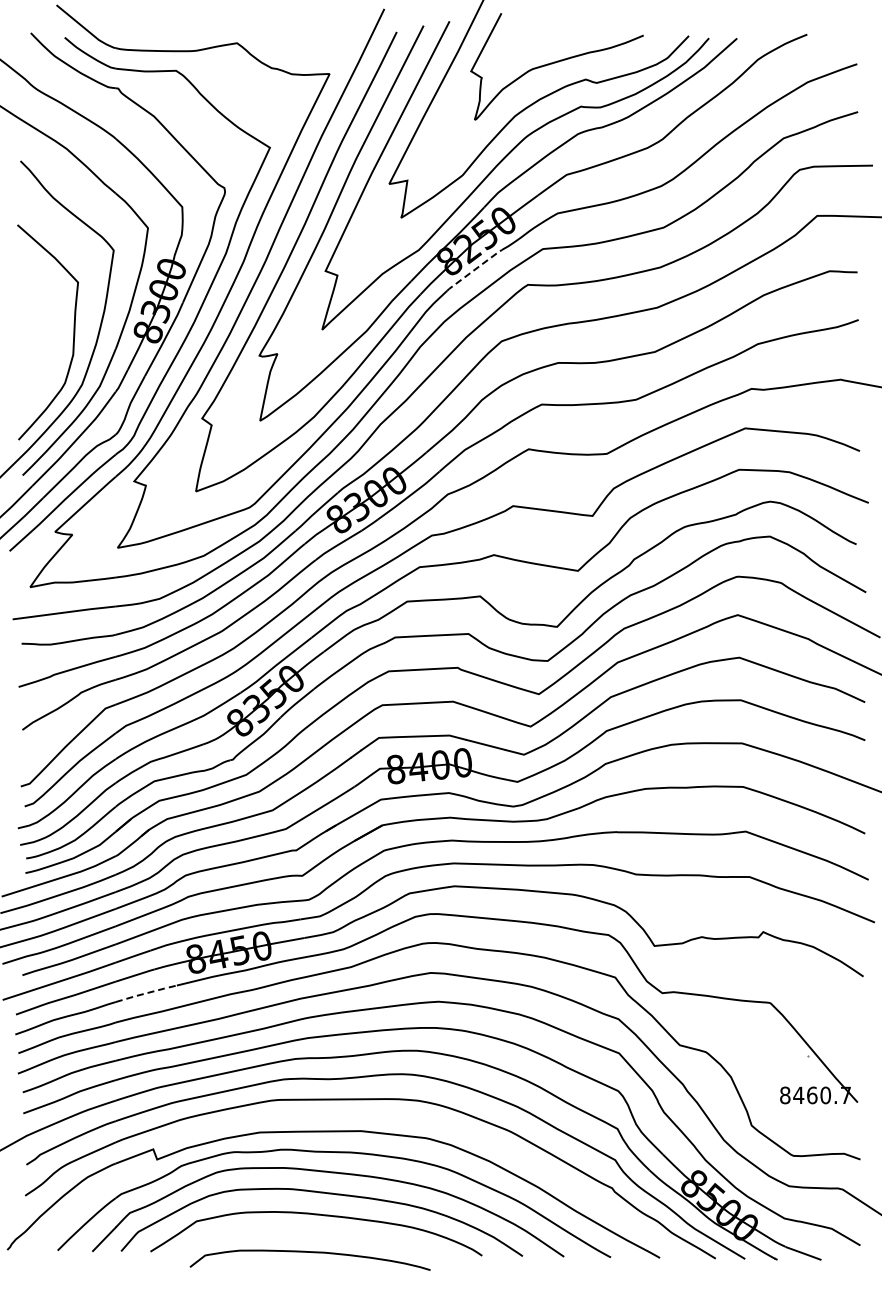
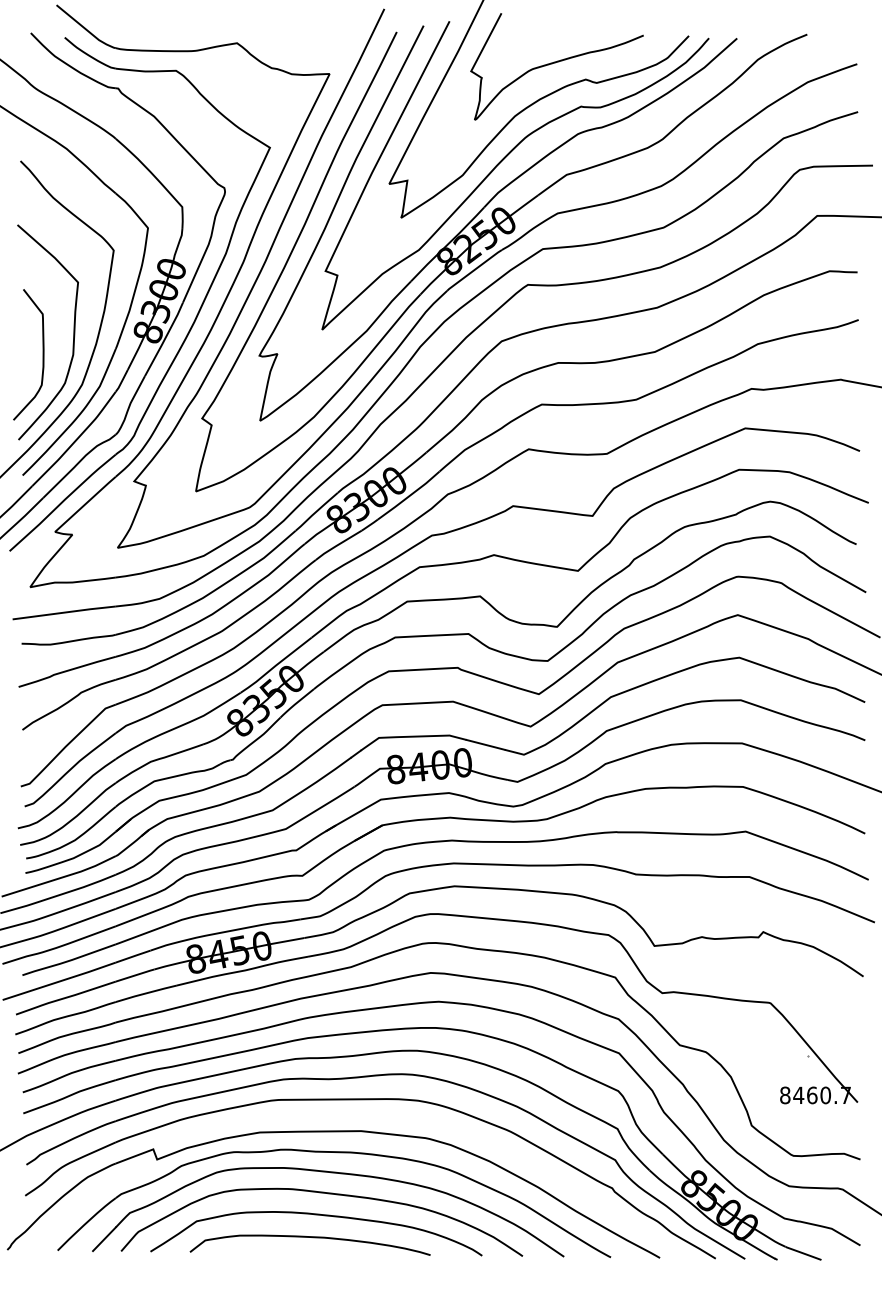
line at (474, 269): dashed -> solid
curve at (42, 354): none -> present
line at (146, 993): dashed -> solid
curve at (309, 1252) position: (309, 1252) -> (309, 1237)
